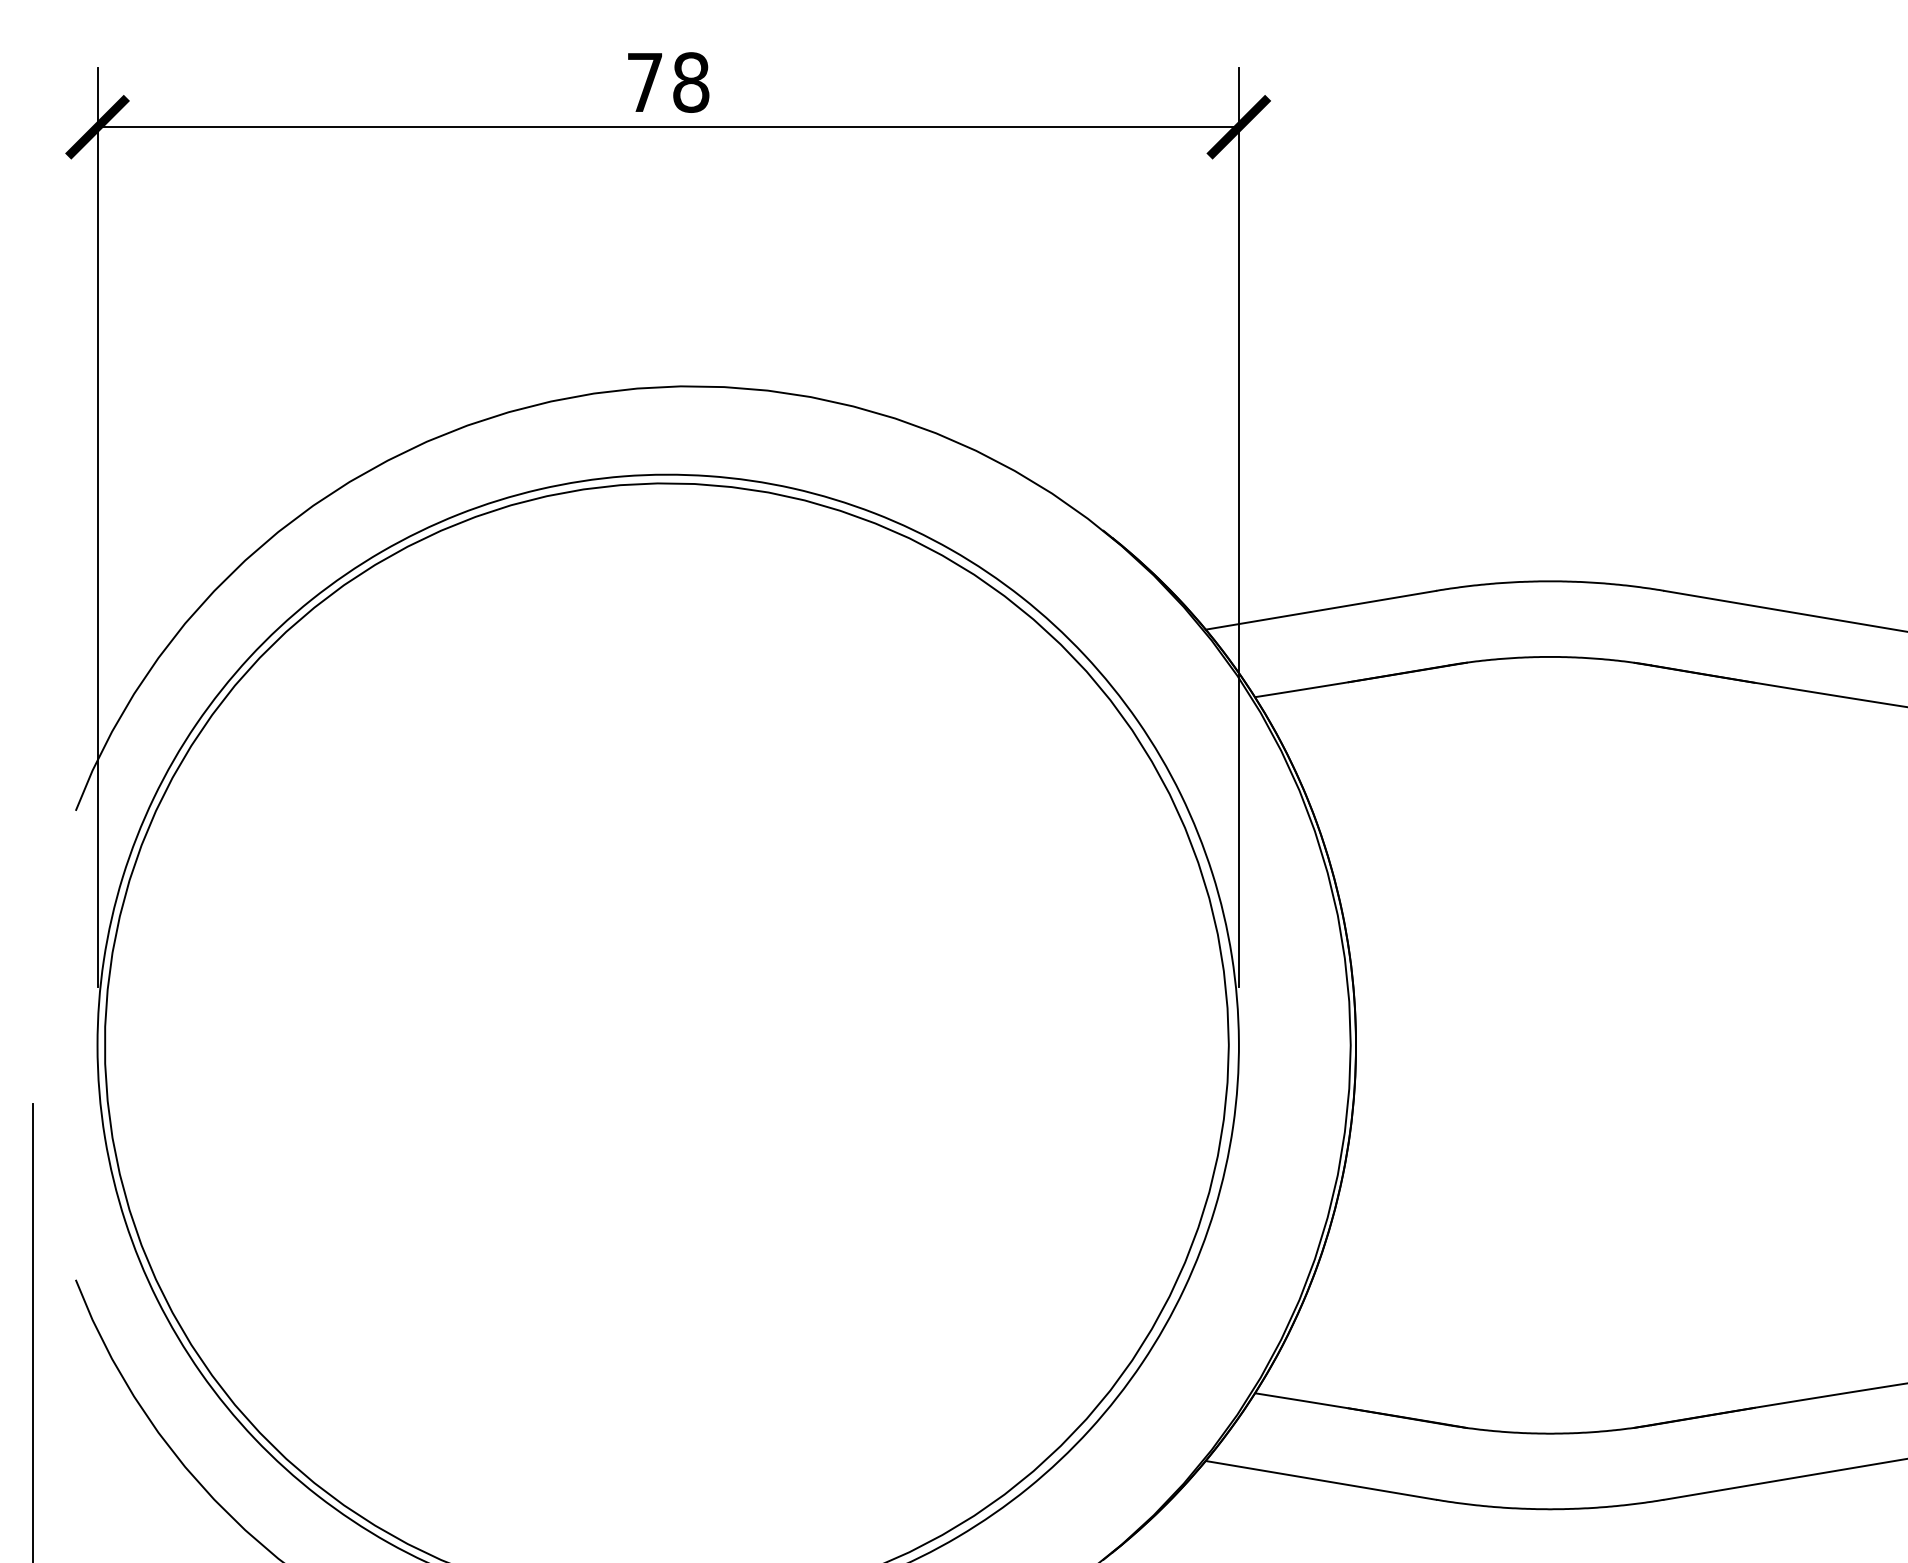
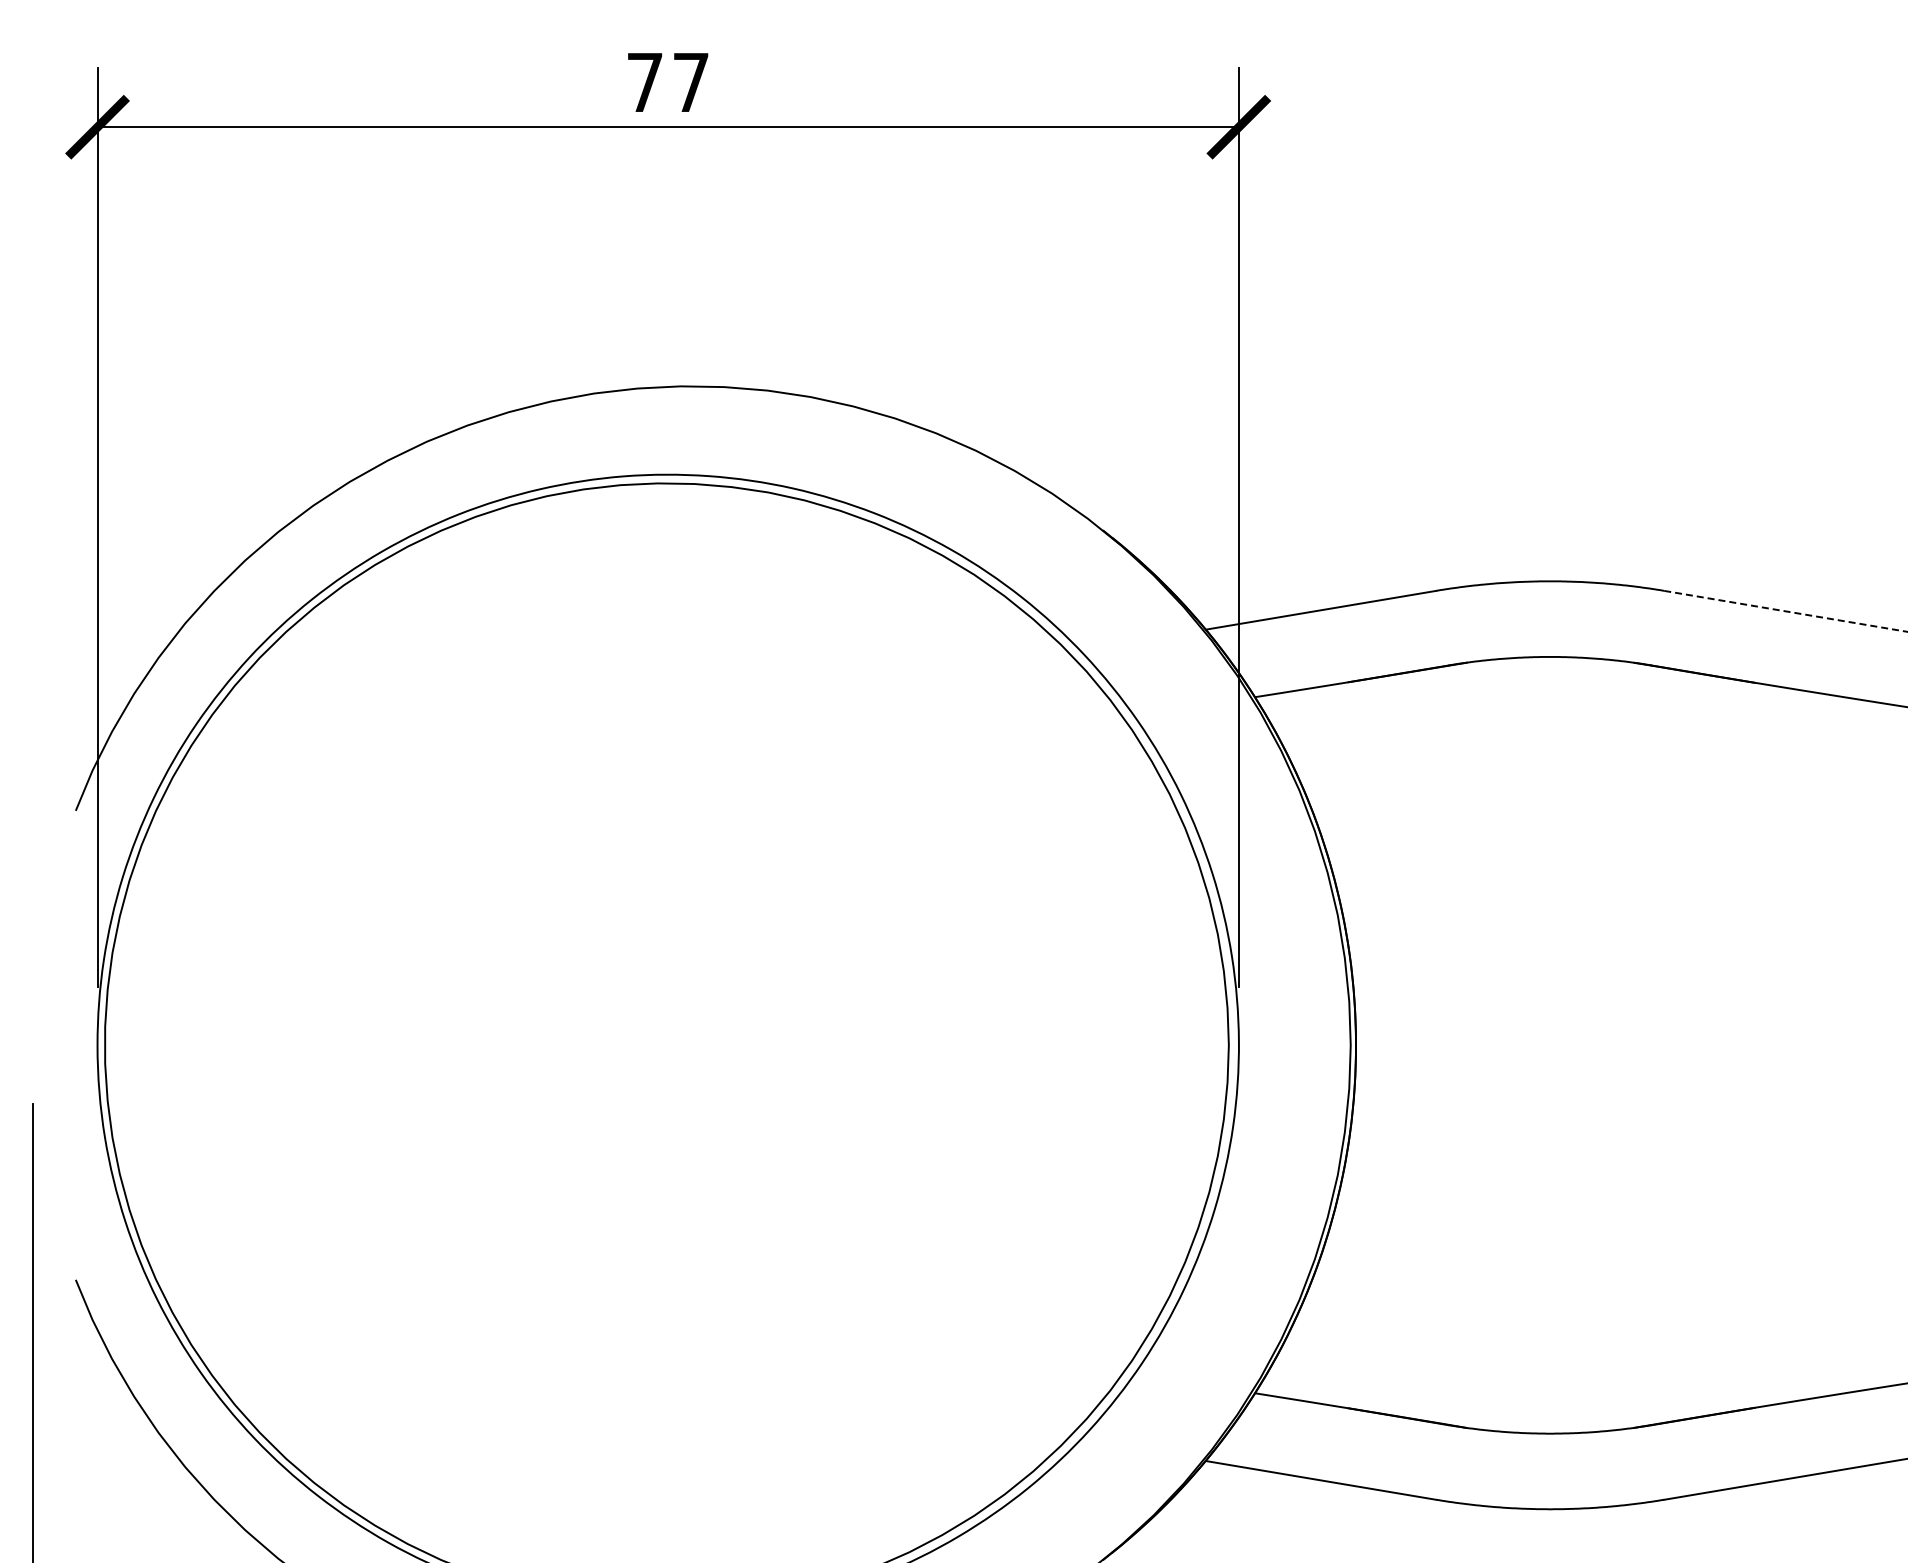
text at (691, 82): 78 -> 77
line at (1786, 611): solid -> dashed
